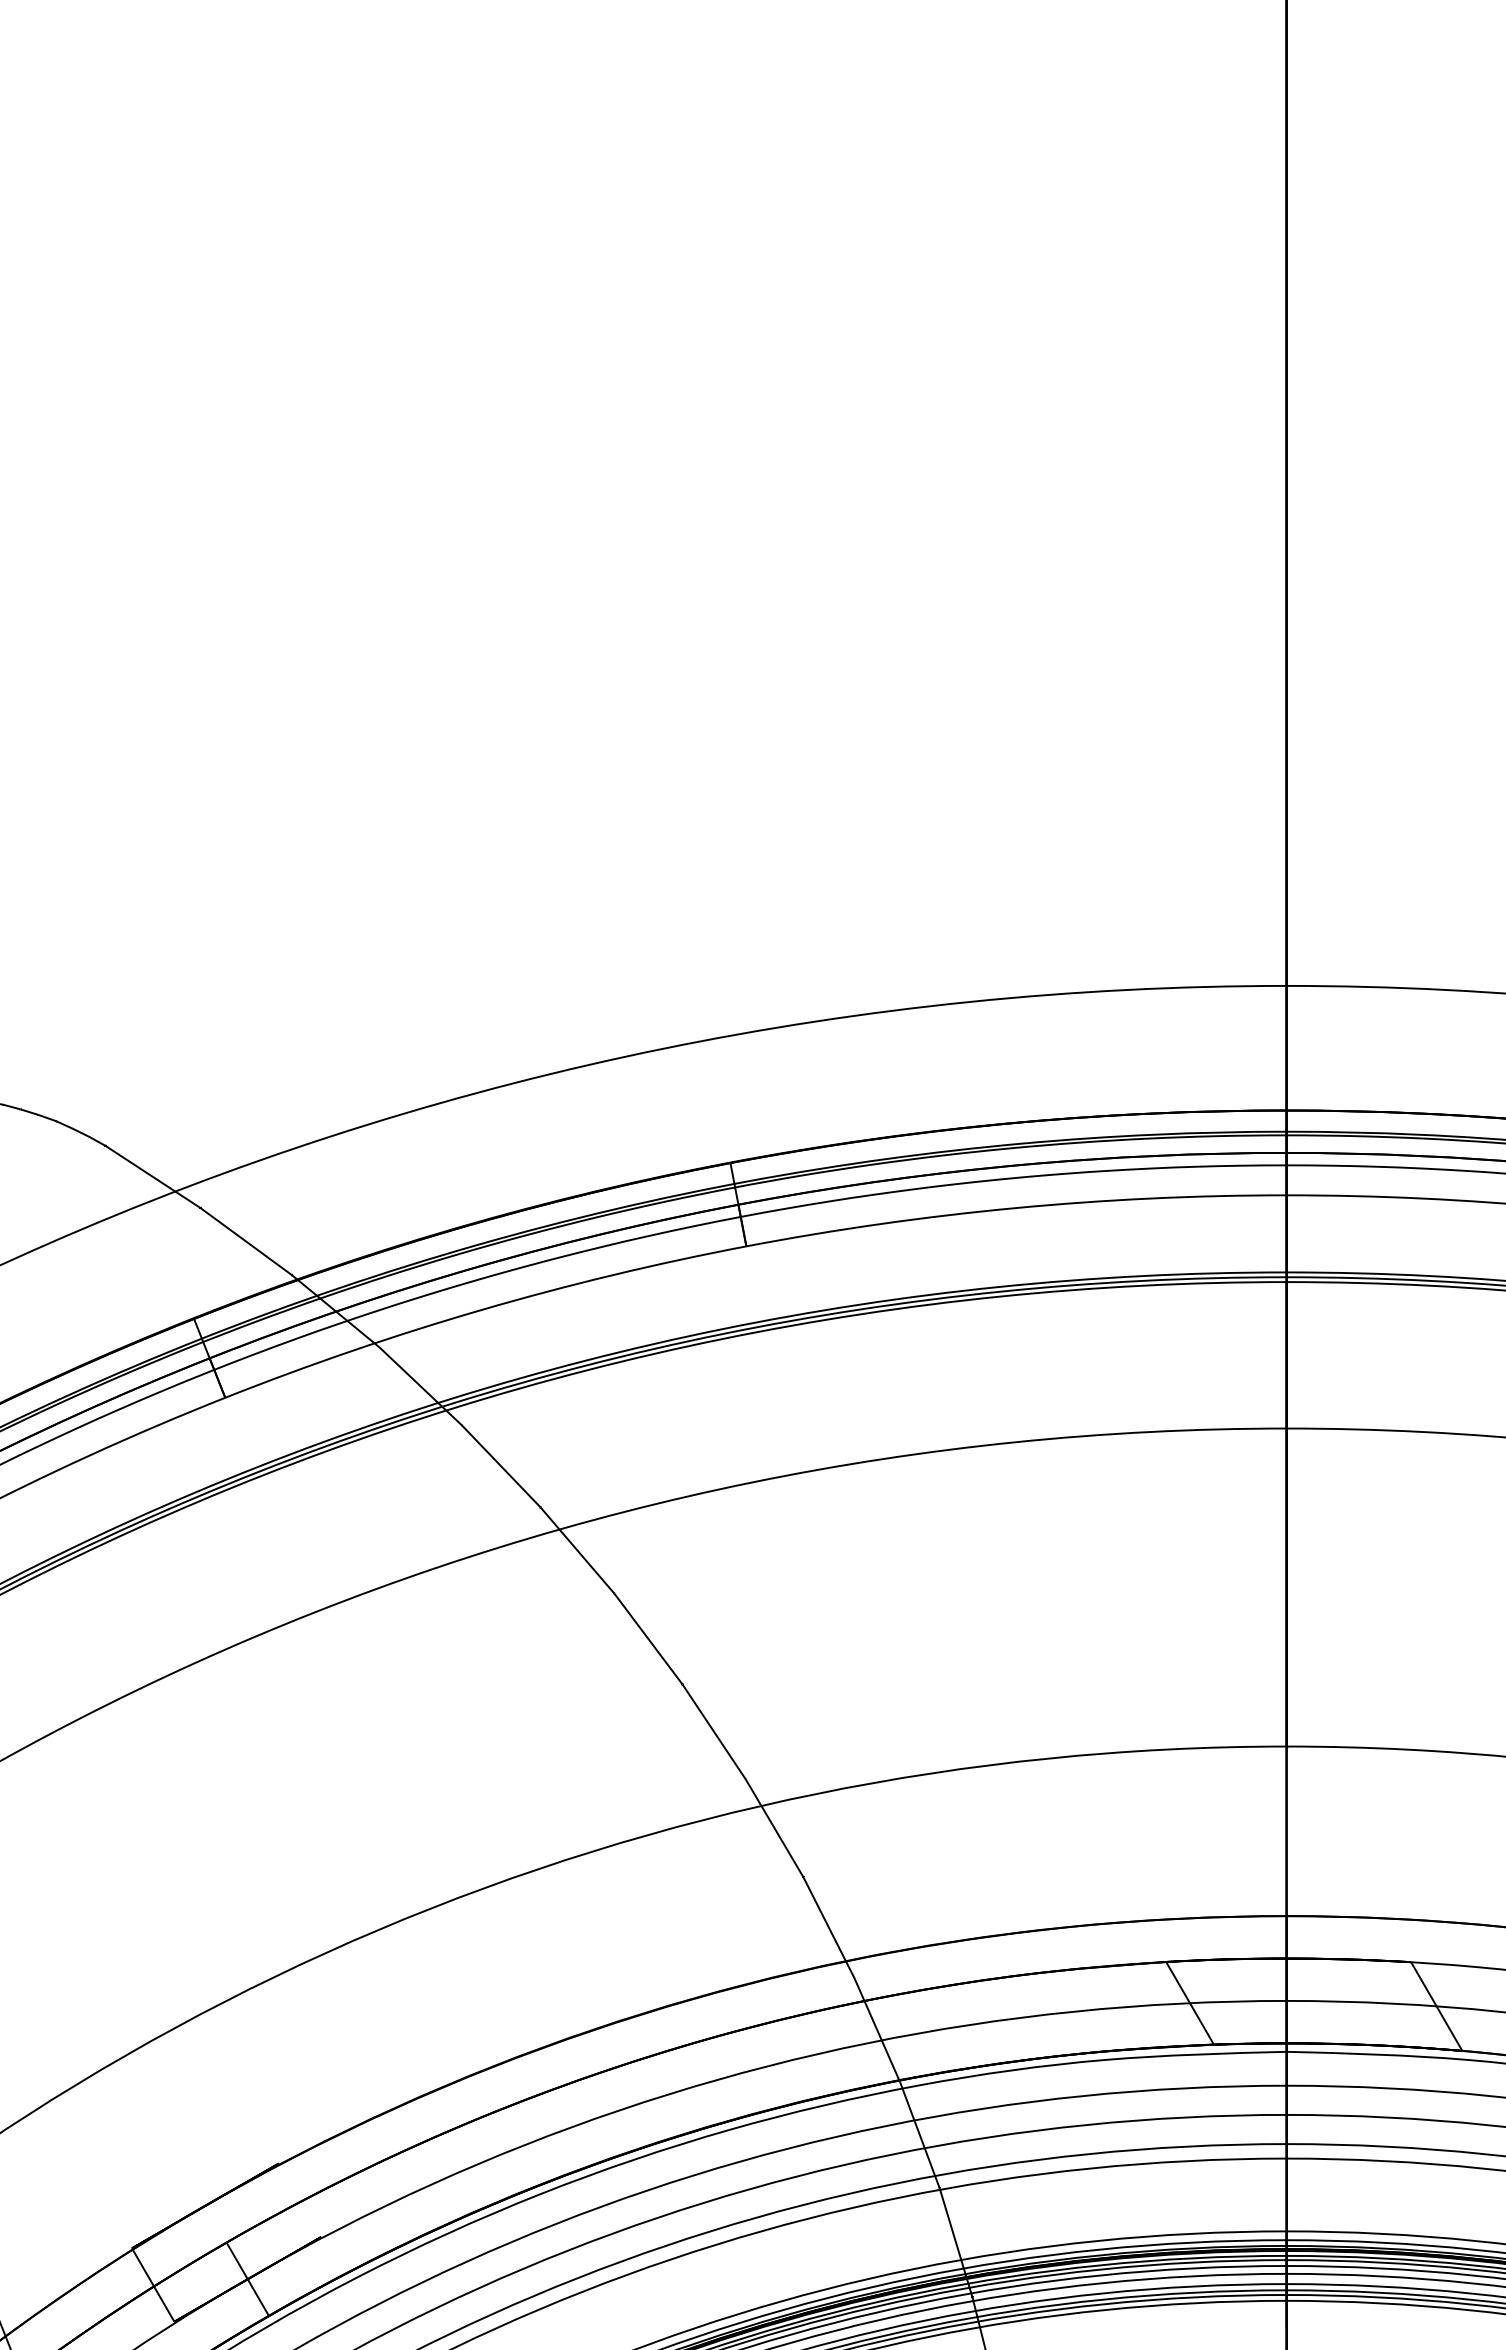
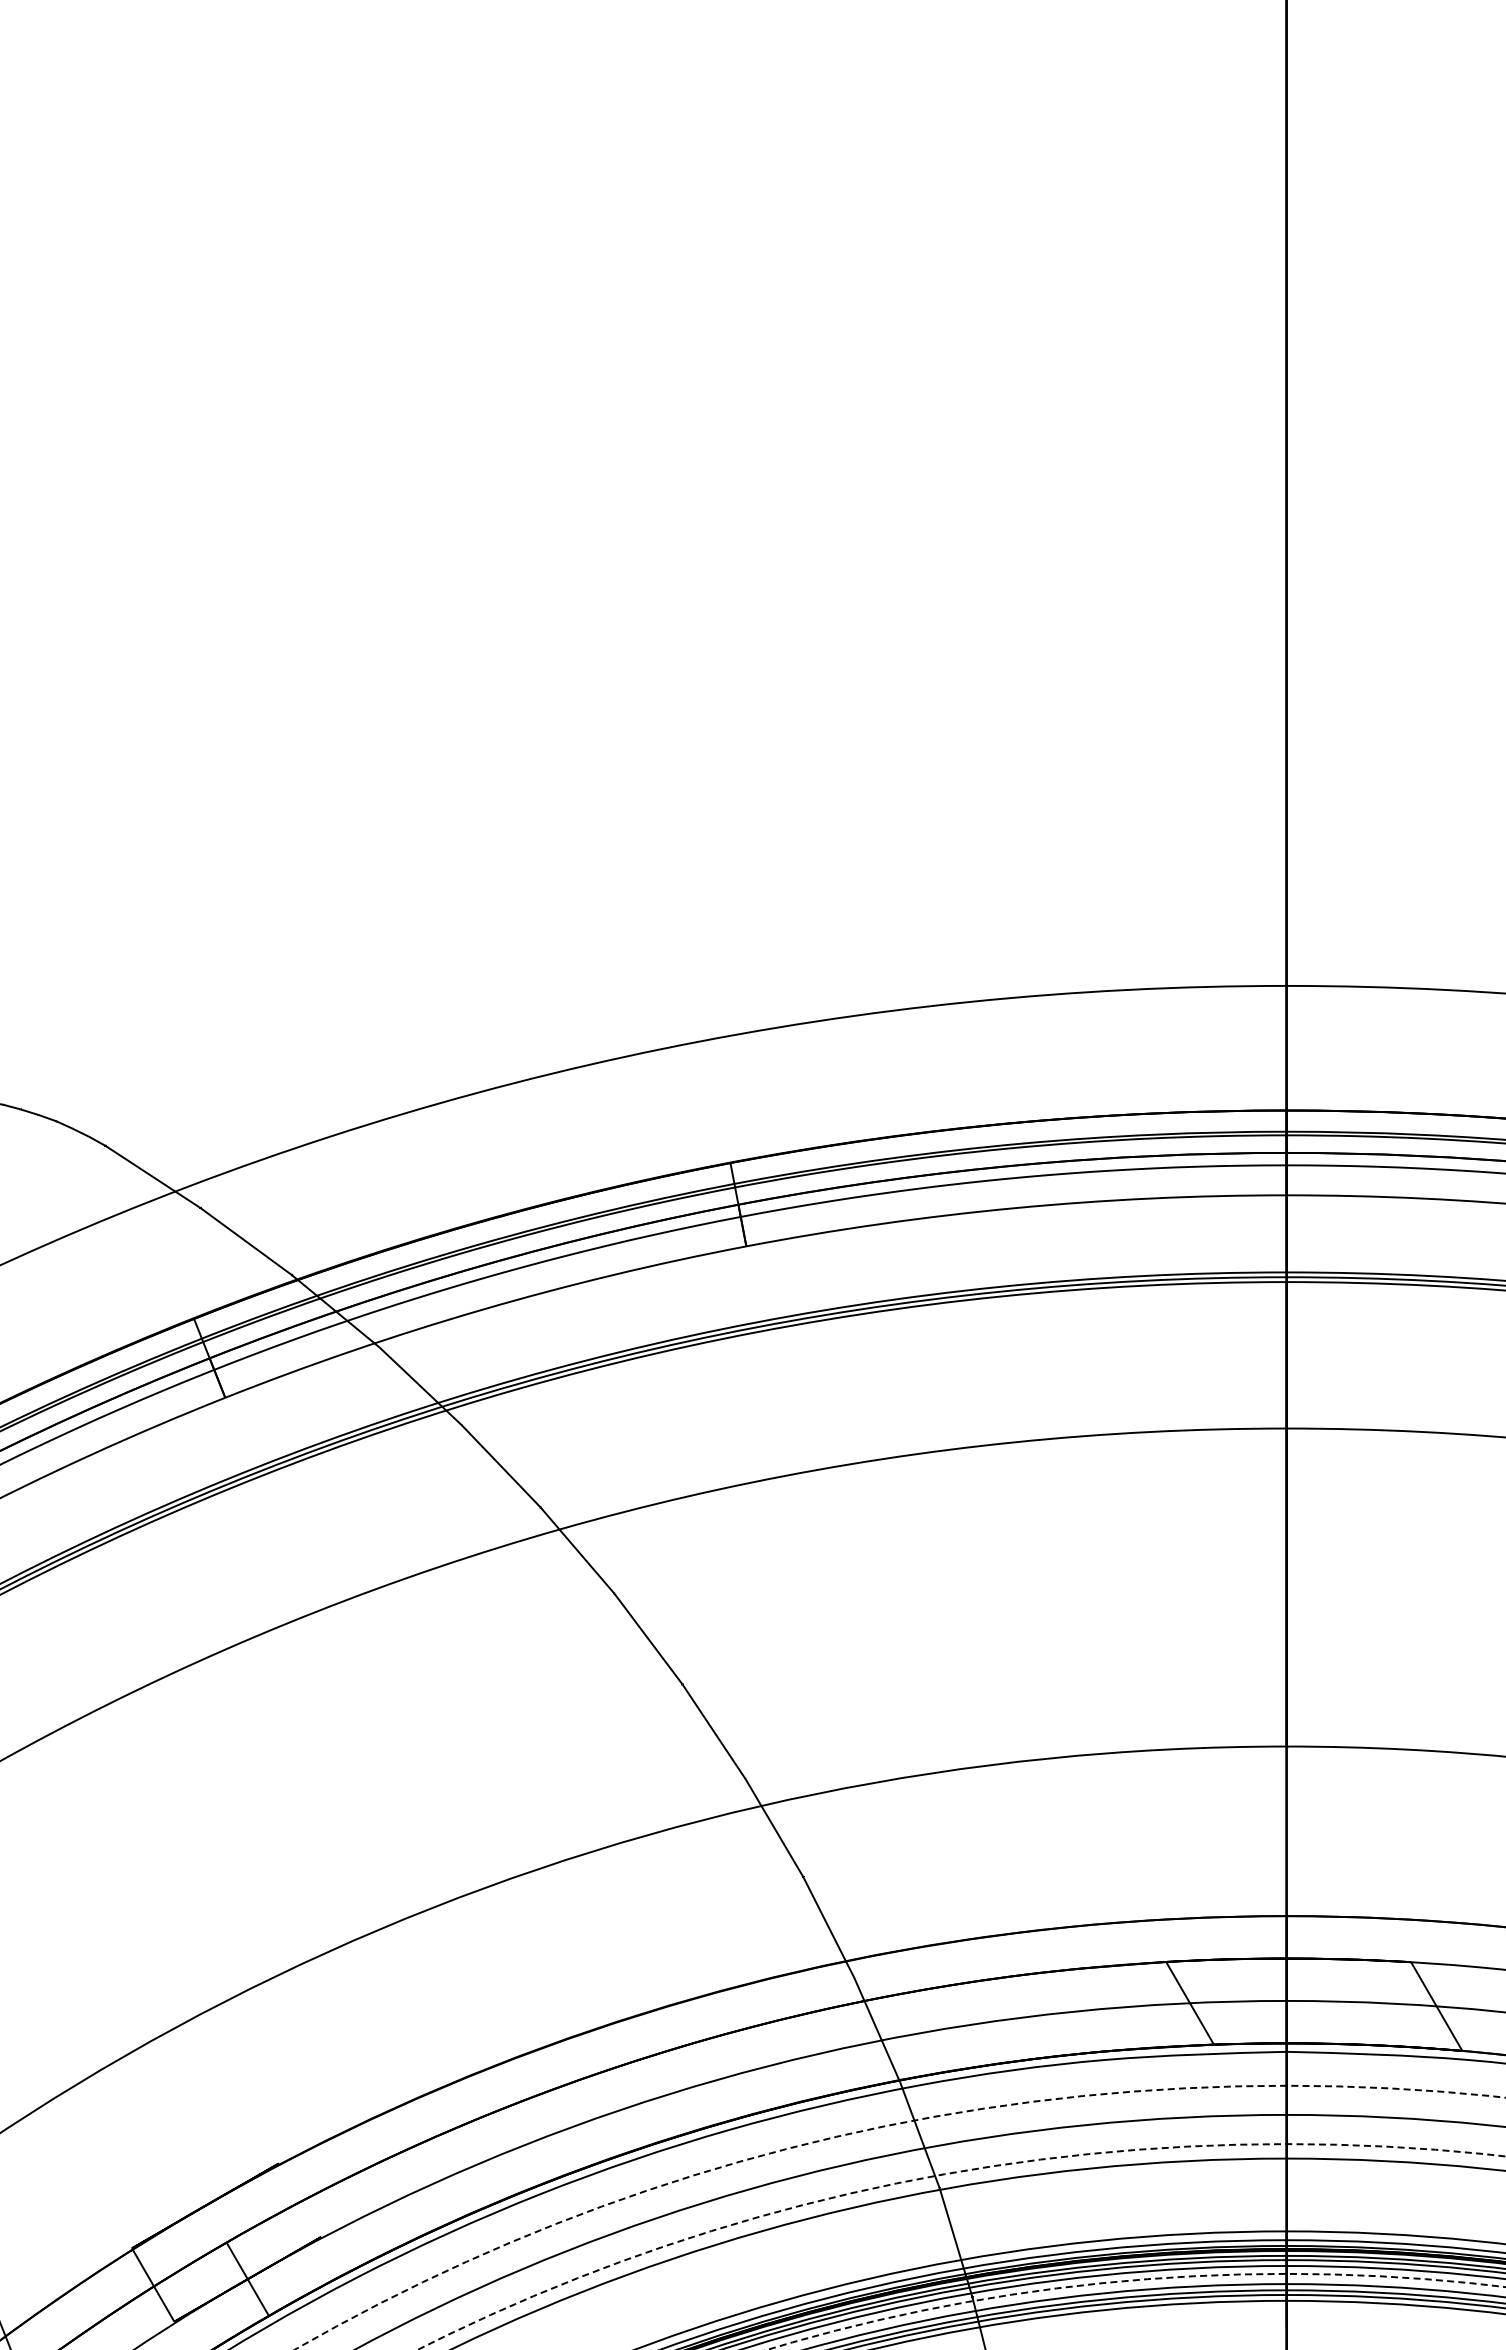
circle at (899, 2217): solid -> dashed
circle at (961, 2246): solid -> dashed
circle at (1136, 2311): solid -> dashed
